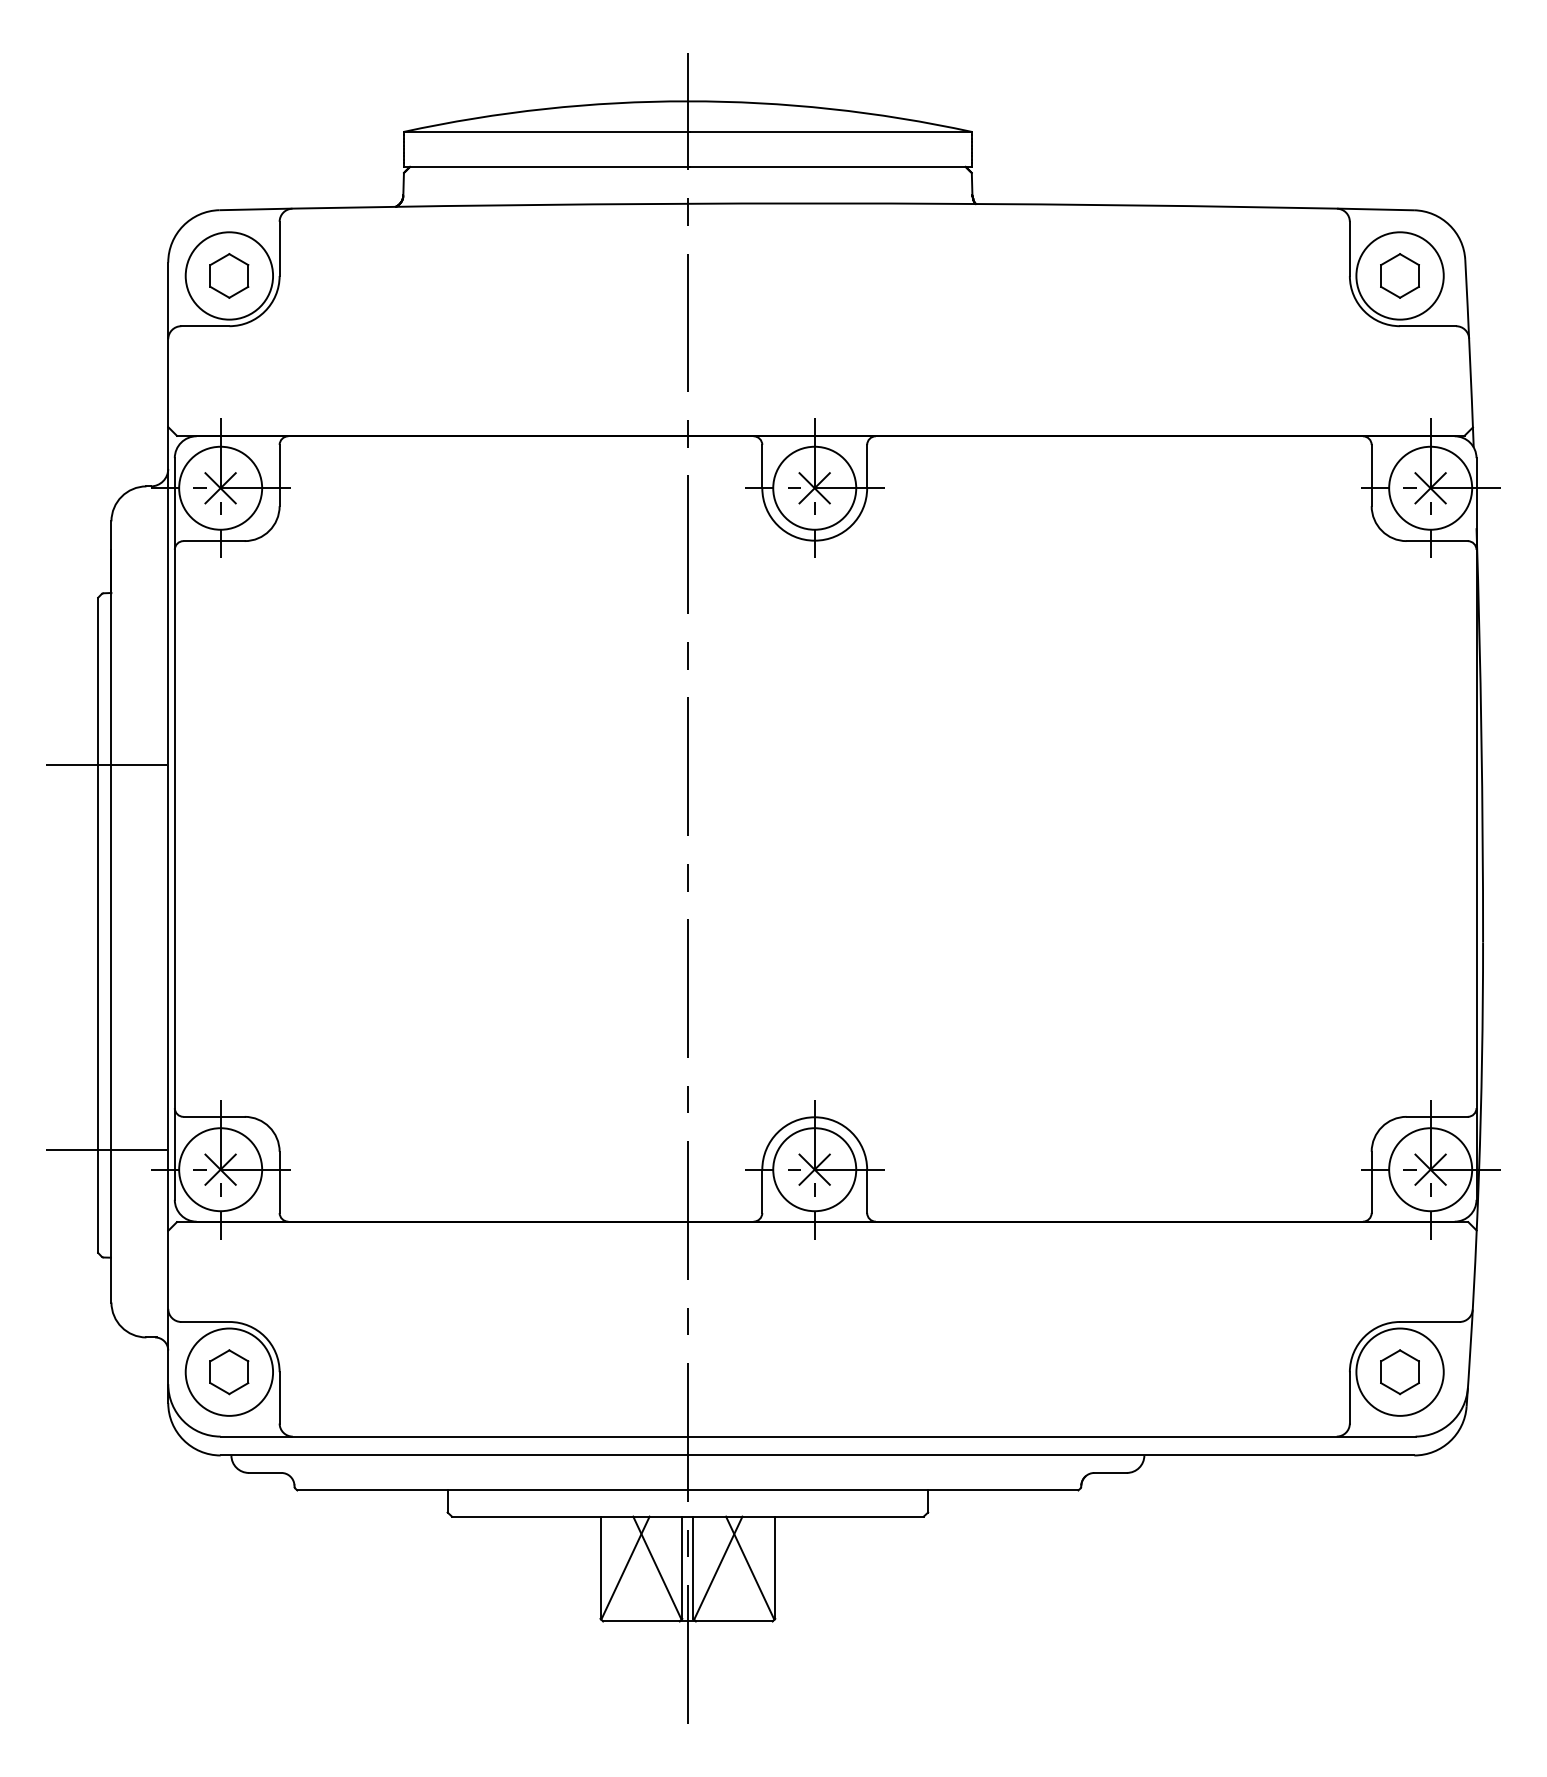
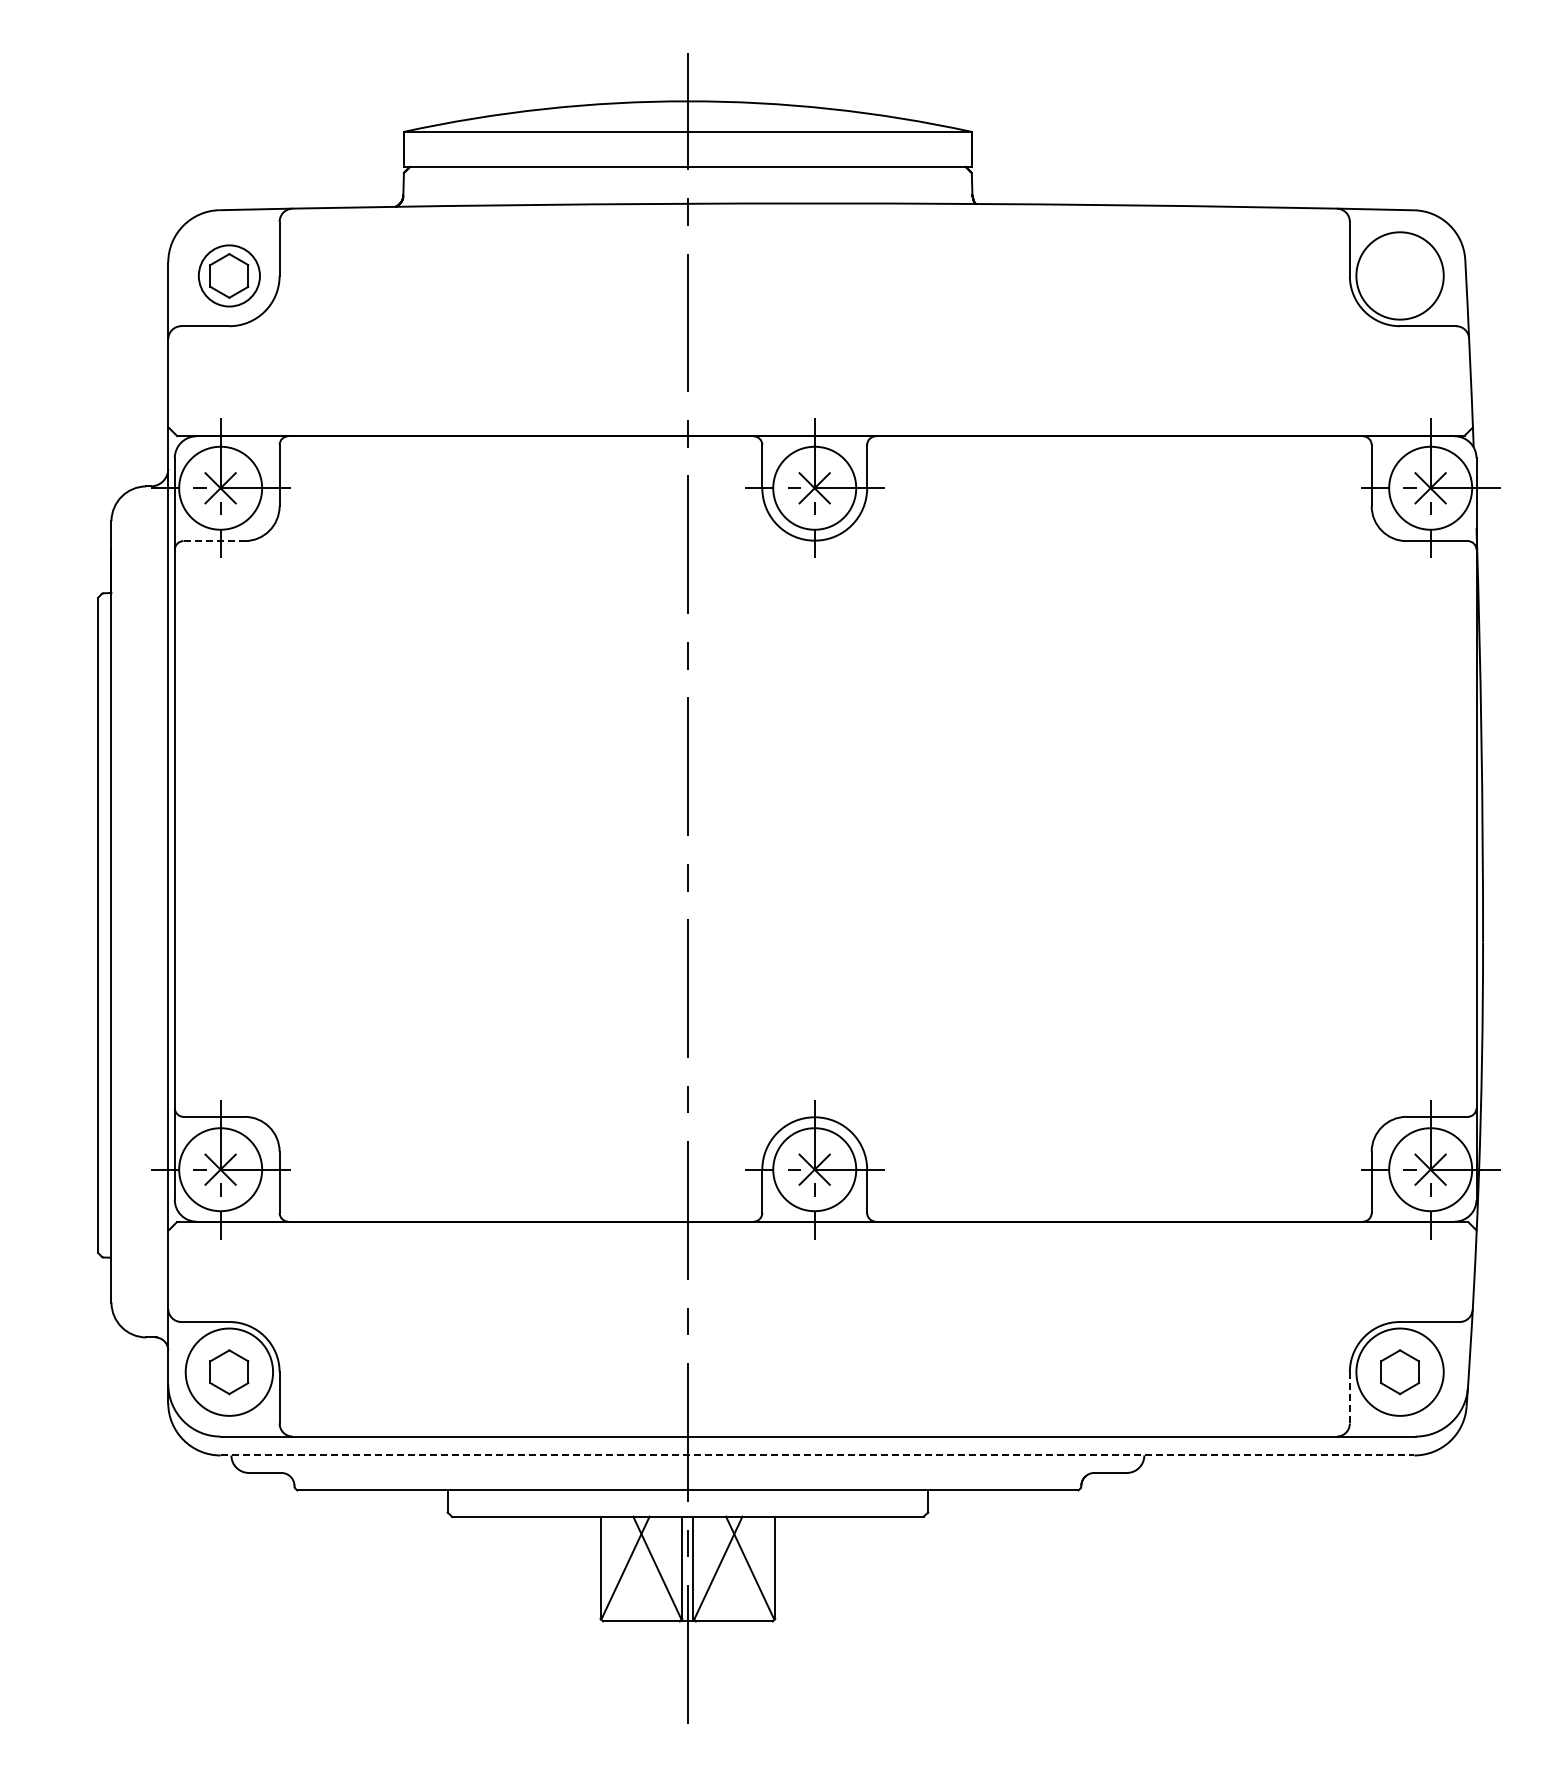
circle at (229, 275) diameter: 87 px -> 61 px
part at (1399, 275): present -> none
line at (214, 541): solid -> dashed
line at (106, 765): present -> none
line at (106, 1149): present -> none
line at (1349, 1397): solid -> dashed
line at (817, 1455): solid -> dashed
